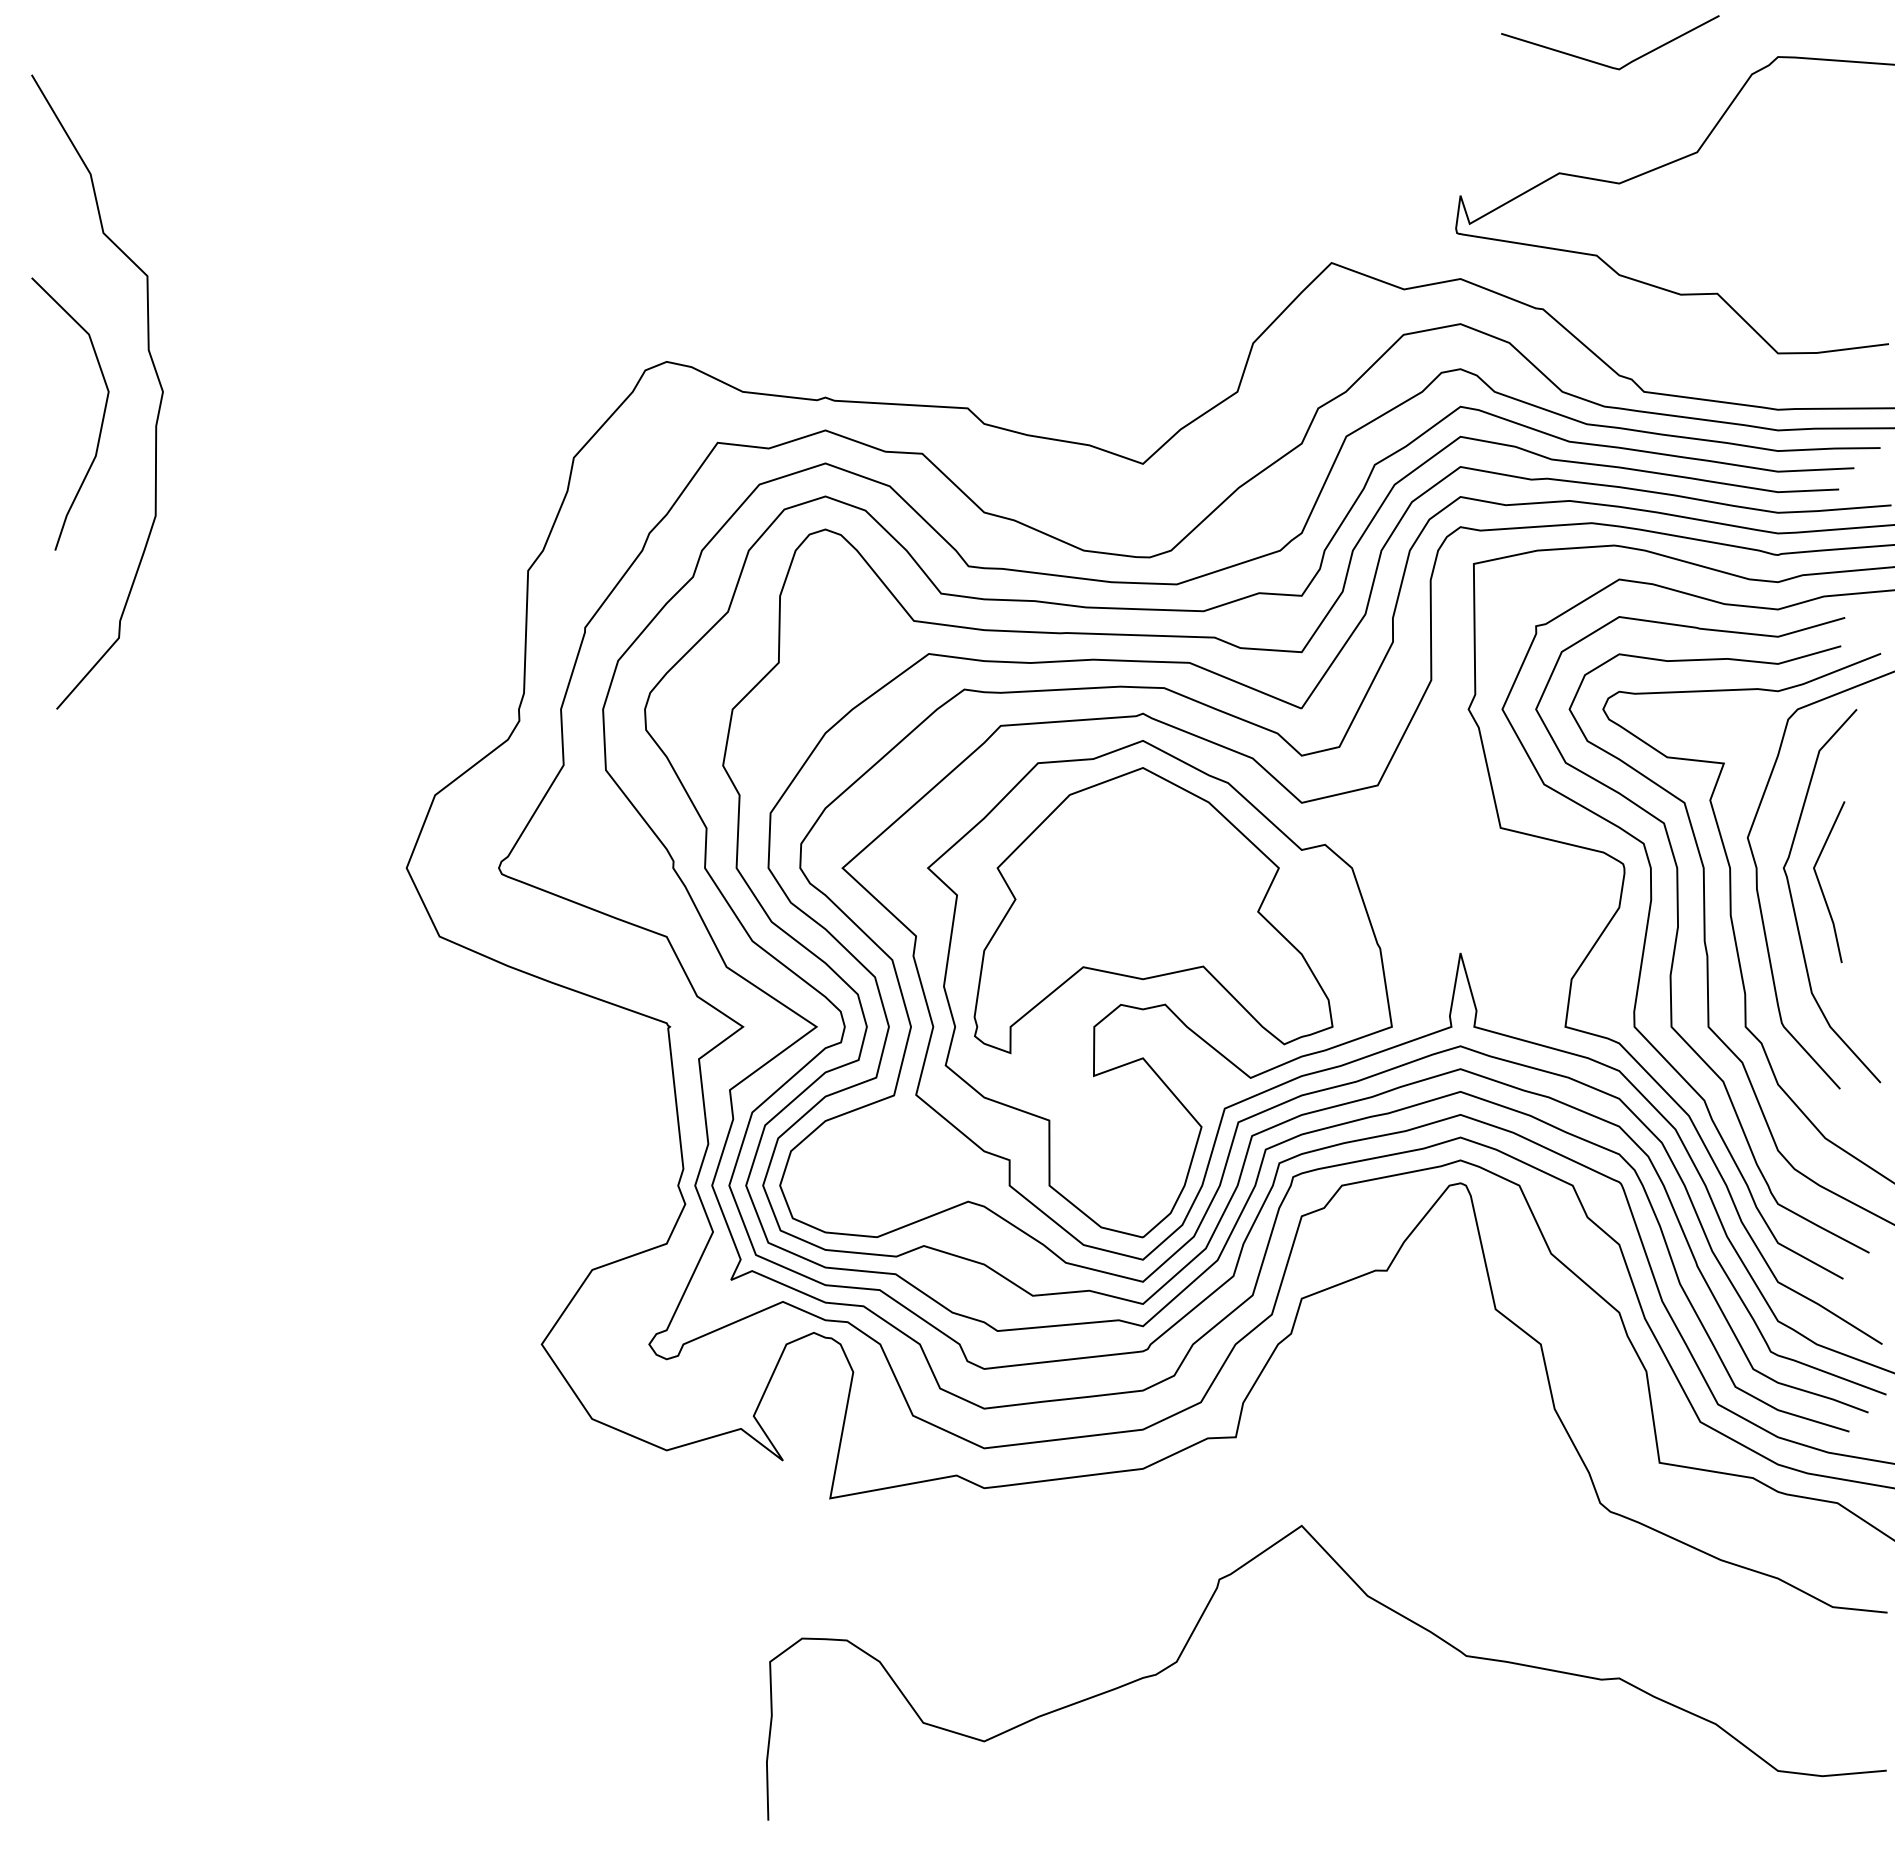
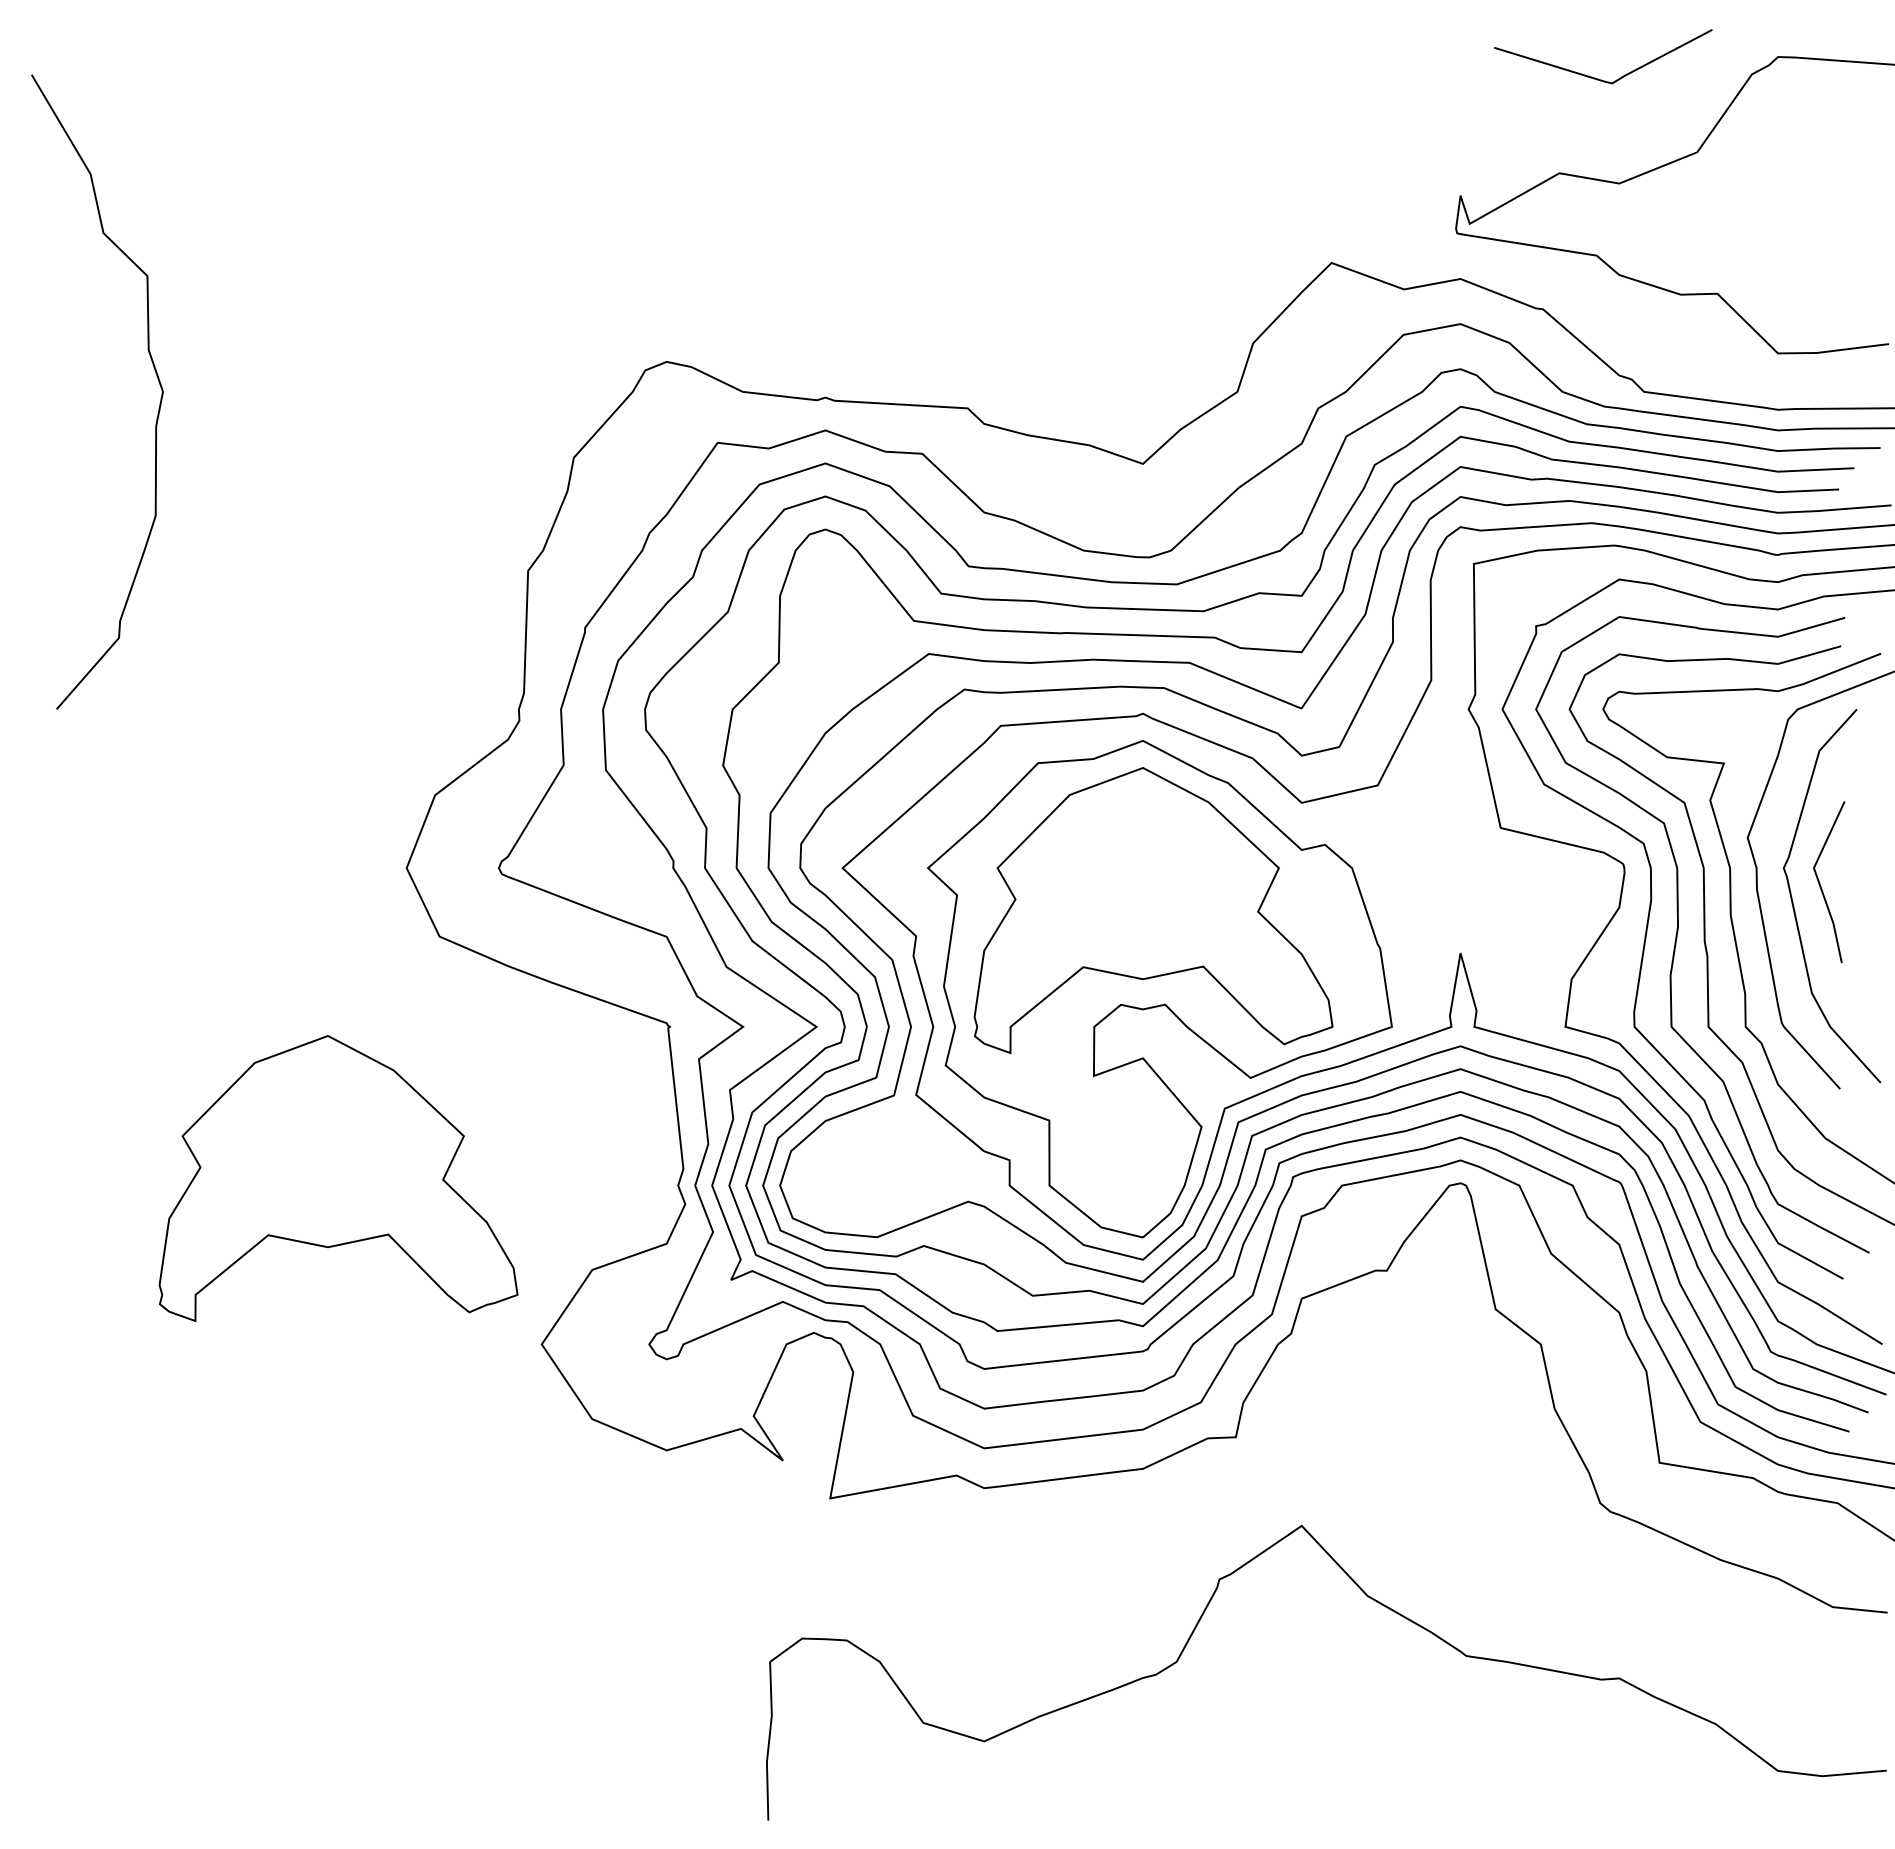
line at (1602, 63) position: (1602, 63) -> (1595, 77)
curve at (101, 421): present -> none
part at (338, 1178): none -> present
